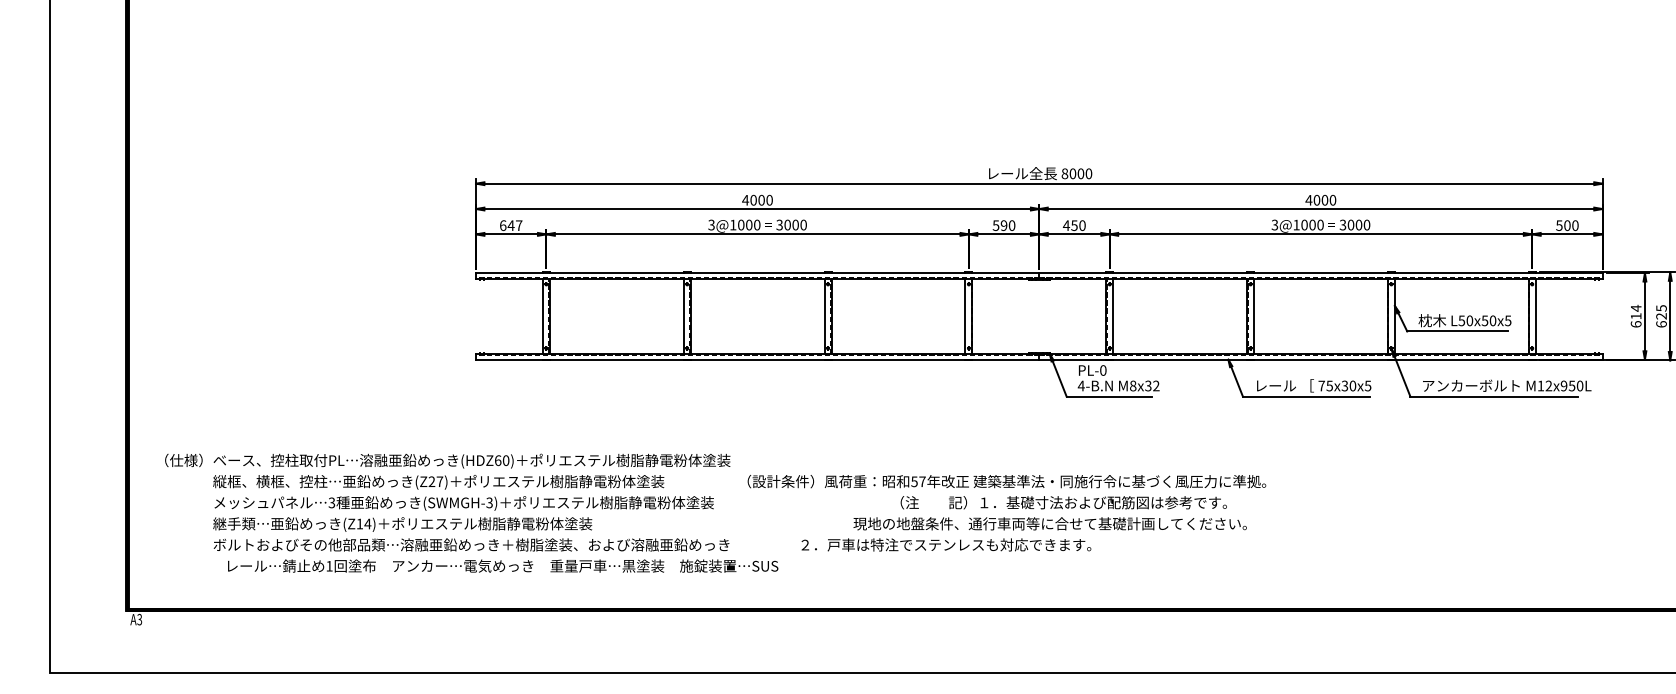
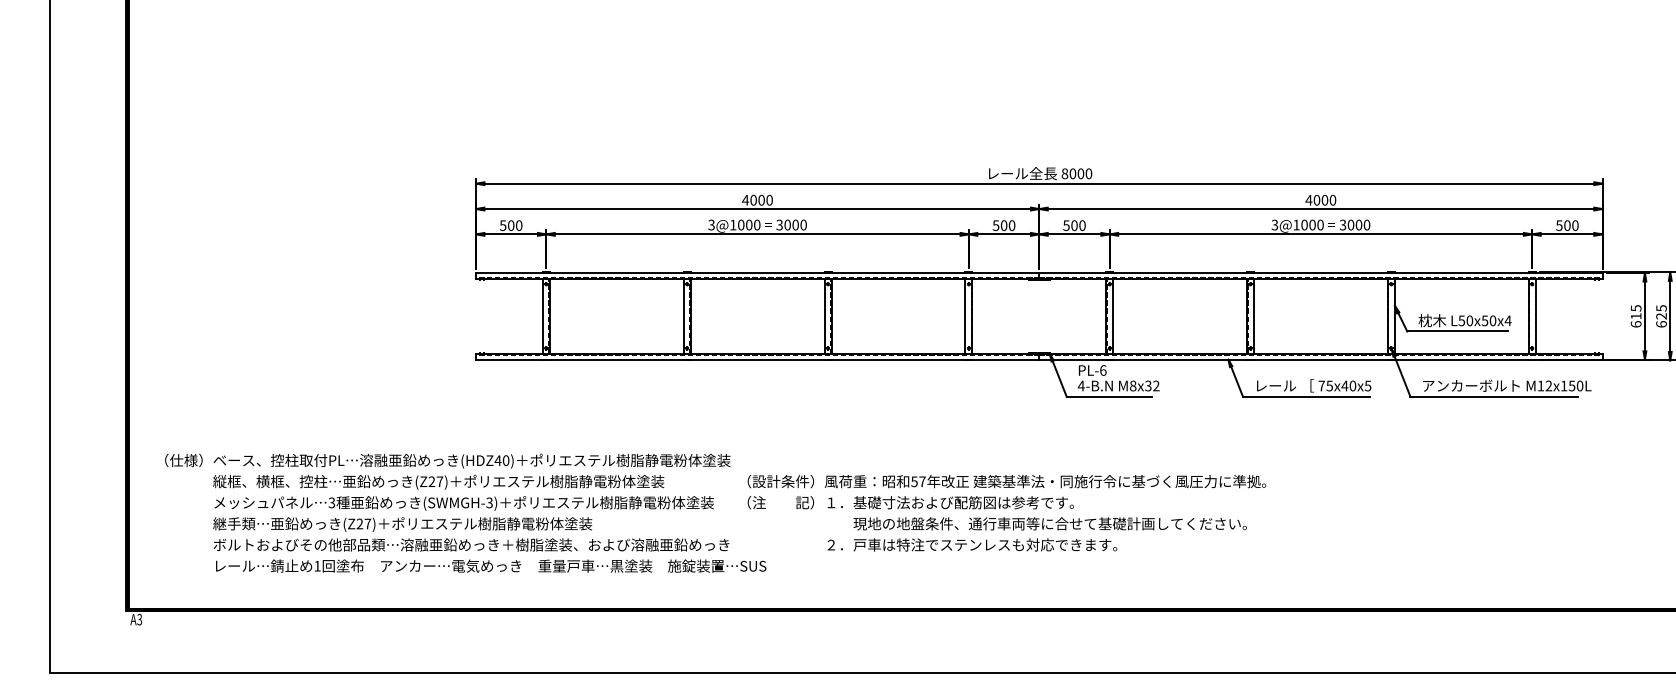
text at (510, 225): 647 -> 500
text at (1003, 225): 590 -> 500
text at (1069, 225): 450 -> 500
text at (1636, 307): 614 -> 615
text at (1507, 320): L50x50x5 -> L50x50x4
text at (1103, 370): PL-0 -> PL-6
text at (1344, 385): 75x30x5 -> 75x40x5
text at (1563, 385): M12x950L -> M12x150L
text at (497, 460): (HDZ60) -> (HDZ40)
text at (1063, 502) position: (1063, 502) -> (910, 502)
text at (363, 523): (Z14) -> (Z27)
text at (946, 544) position: (946, 544) -> (972, 544)
text at (503, 565) position: (503, 565) -> (491, 565)
